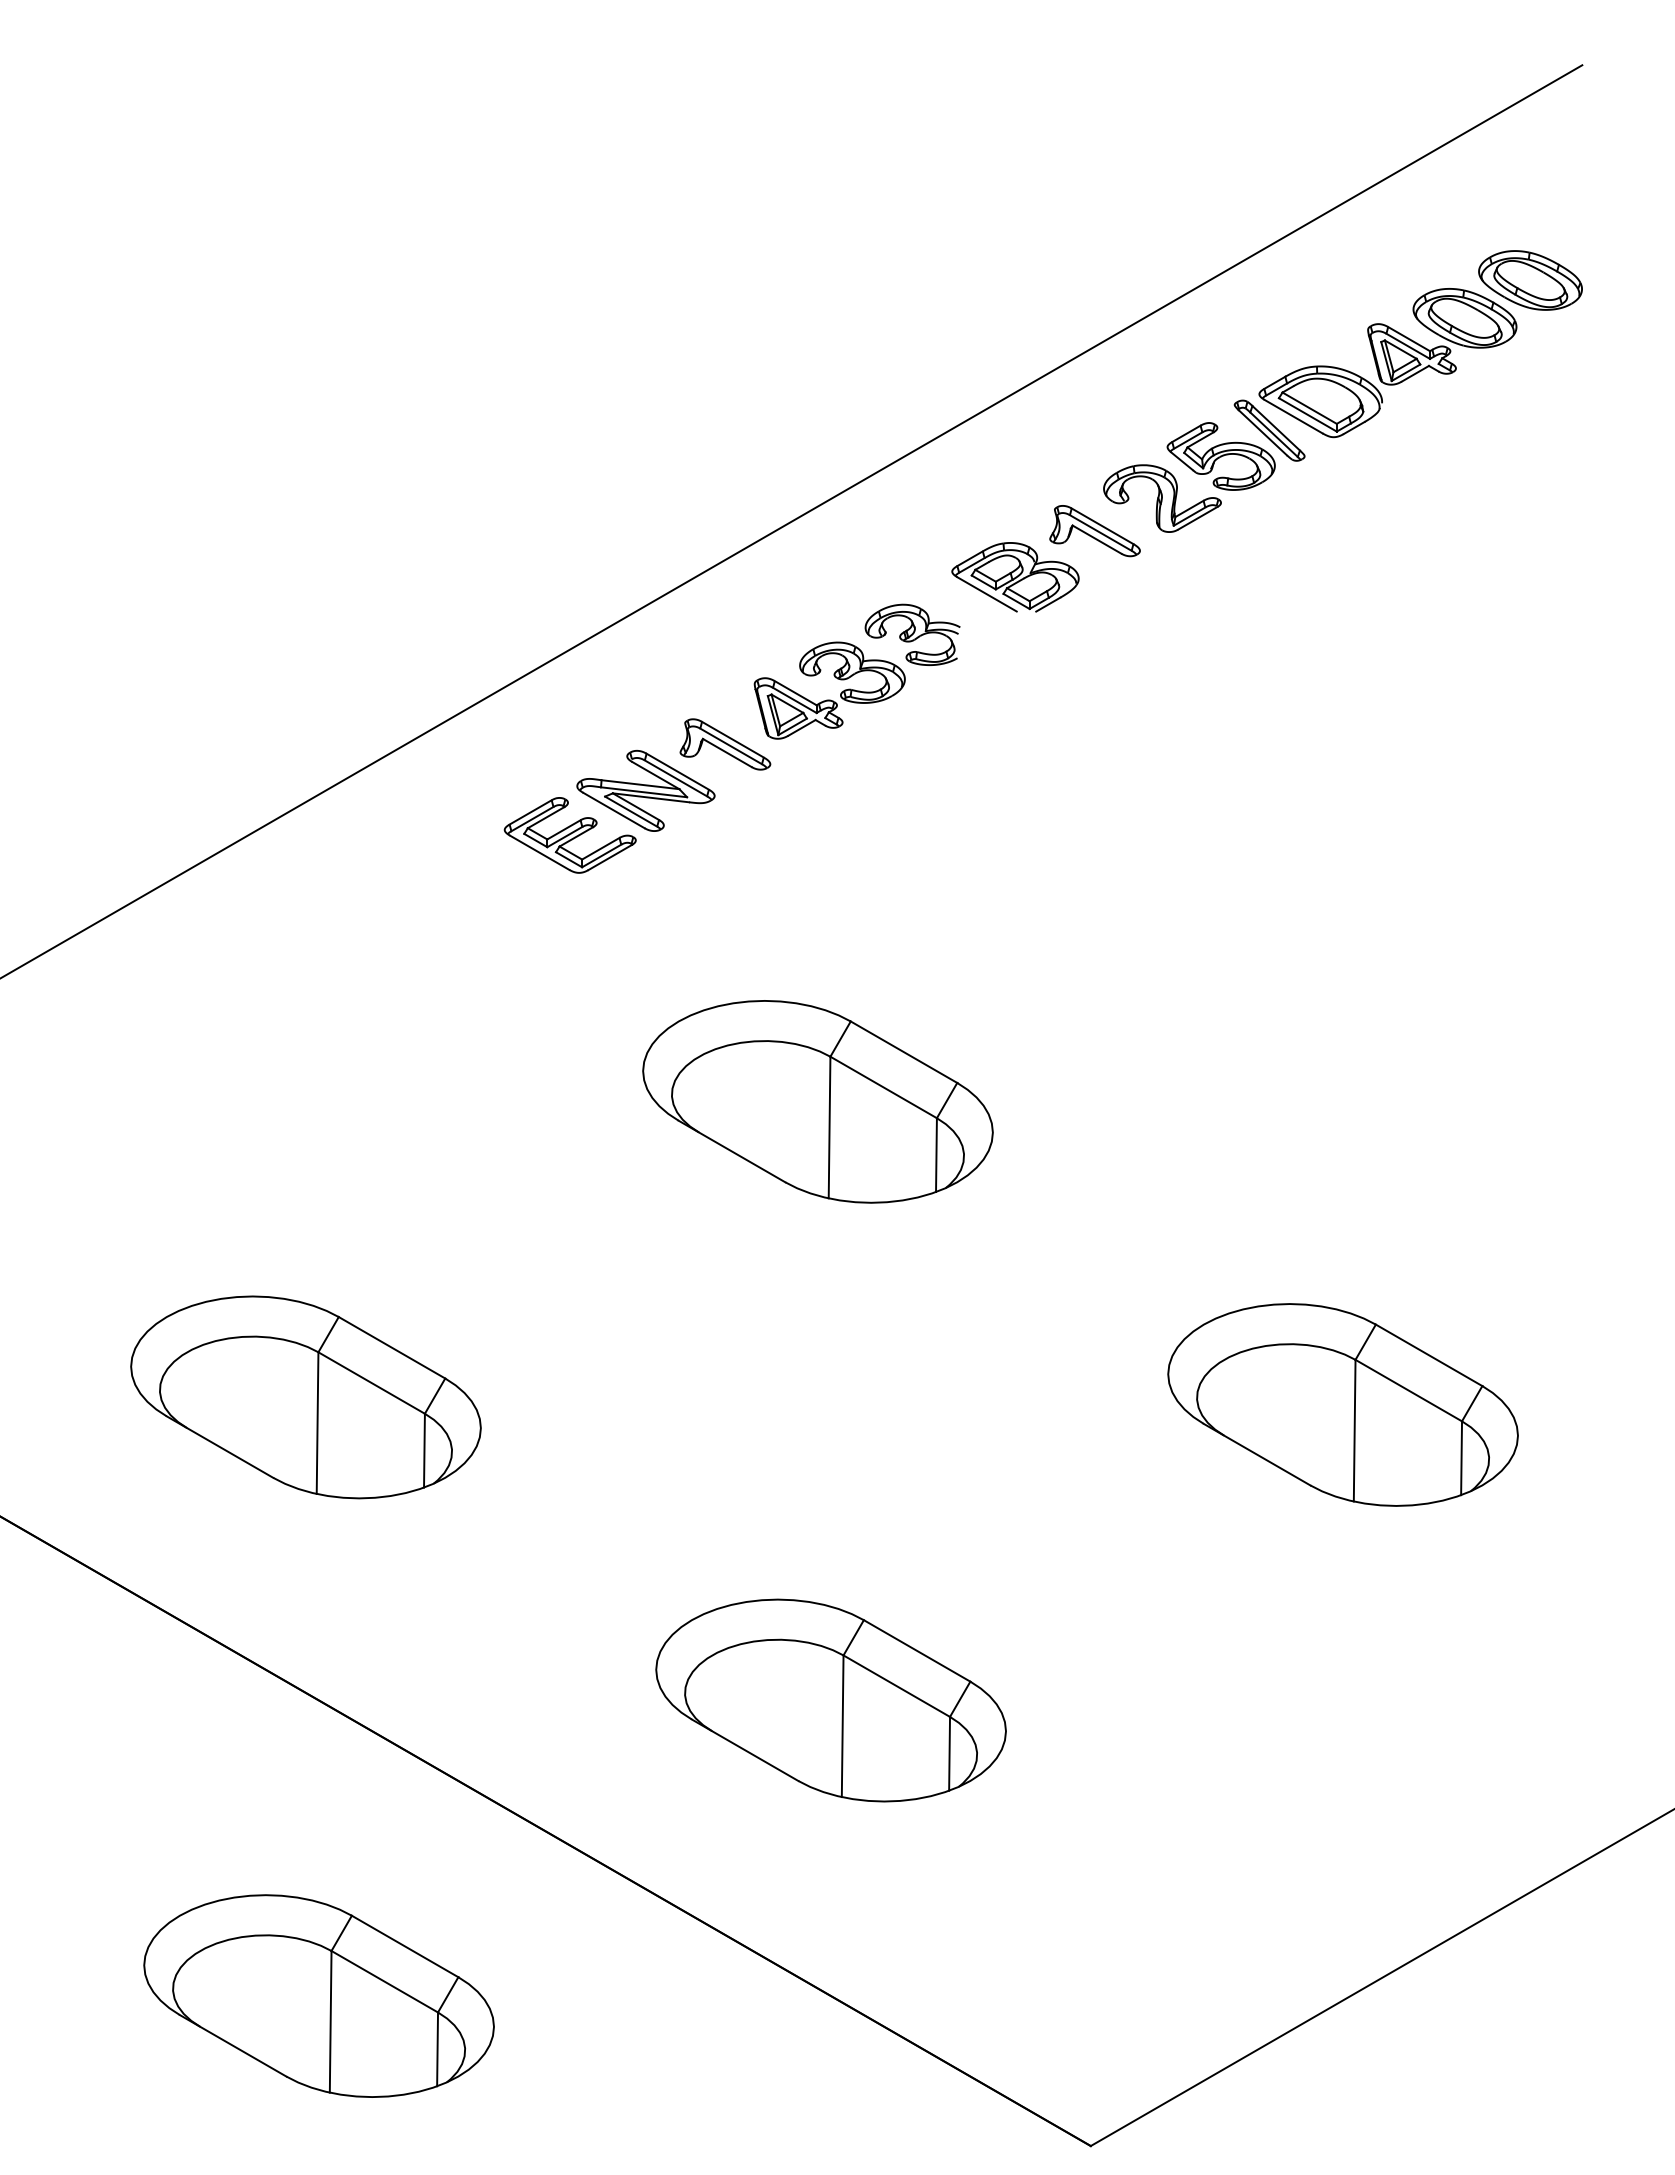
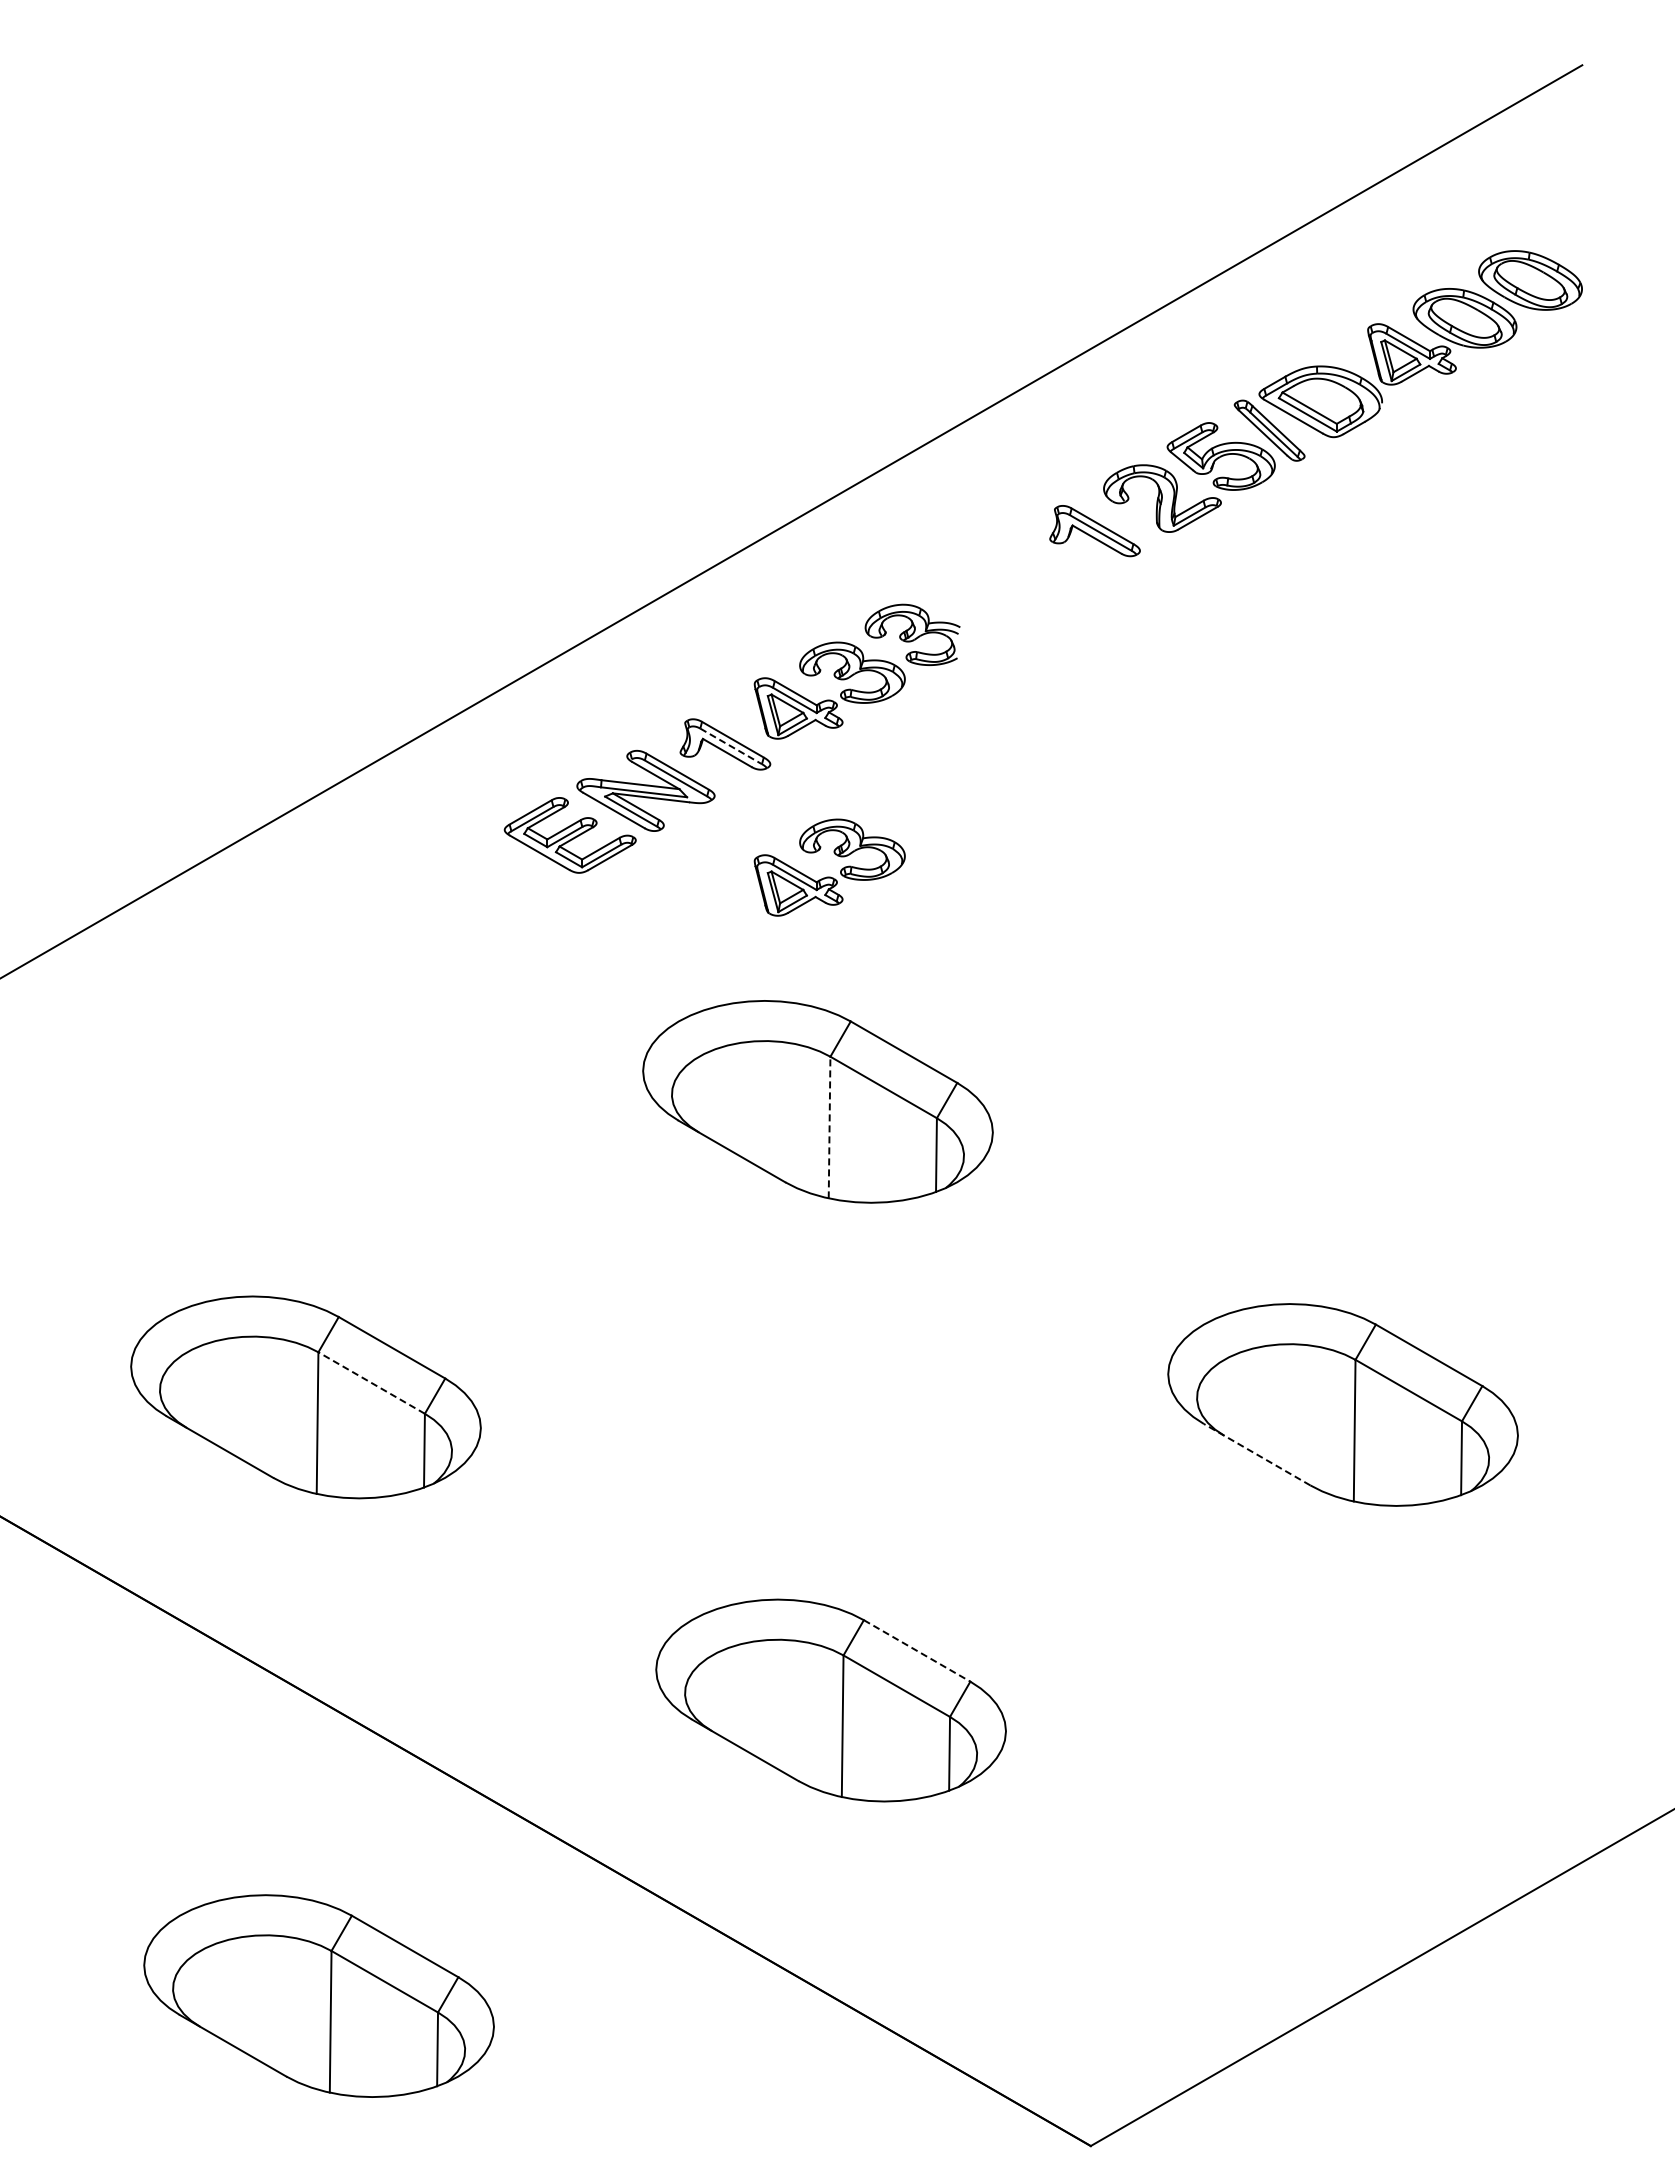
part at (1015, 577): present -> none
line at (731, 746): solid -> dashed
part at (829, 876): none -> present
line at (829, 1127): solid -> dashed
line at (371, 1382): solid -> dashed
line at (1256, 1454): solid -> dashed
line at (917, 1651): solid -> dashed
